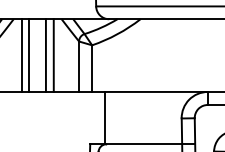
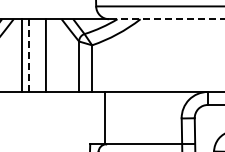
line at (166, 19): solid -> dashed
line at (53, 55): present -> none
line at (29, 56): solid -> dashed
